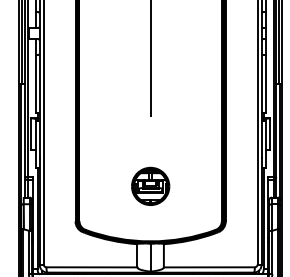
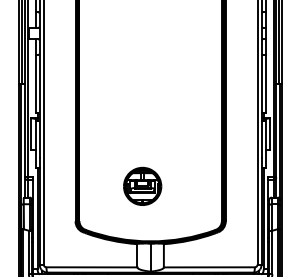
line at (150, 59): present -> none
part at (150, 185) position: (150, 185) -> (142, 185)
